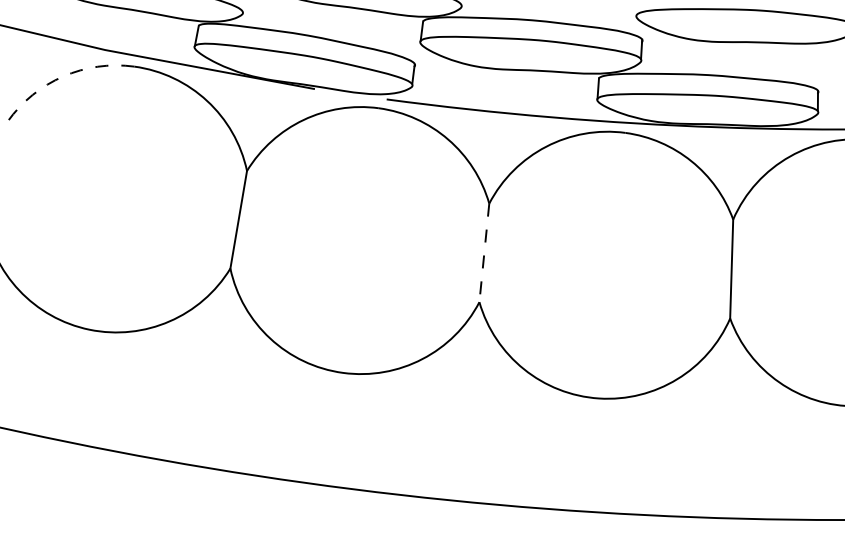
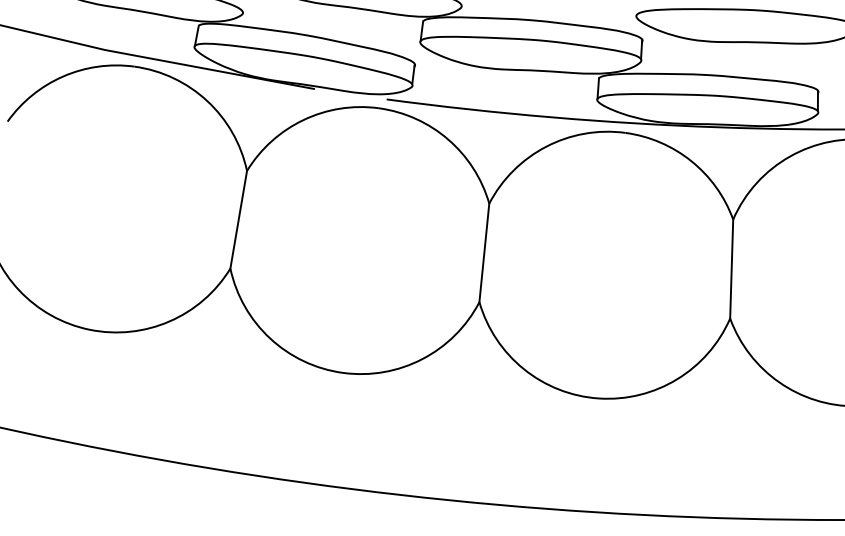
arc at (63, 76): dashed -> solid
line at (484, 253): dashed -> solid
